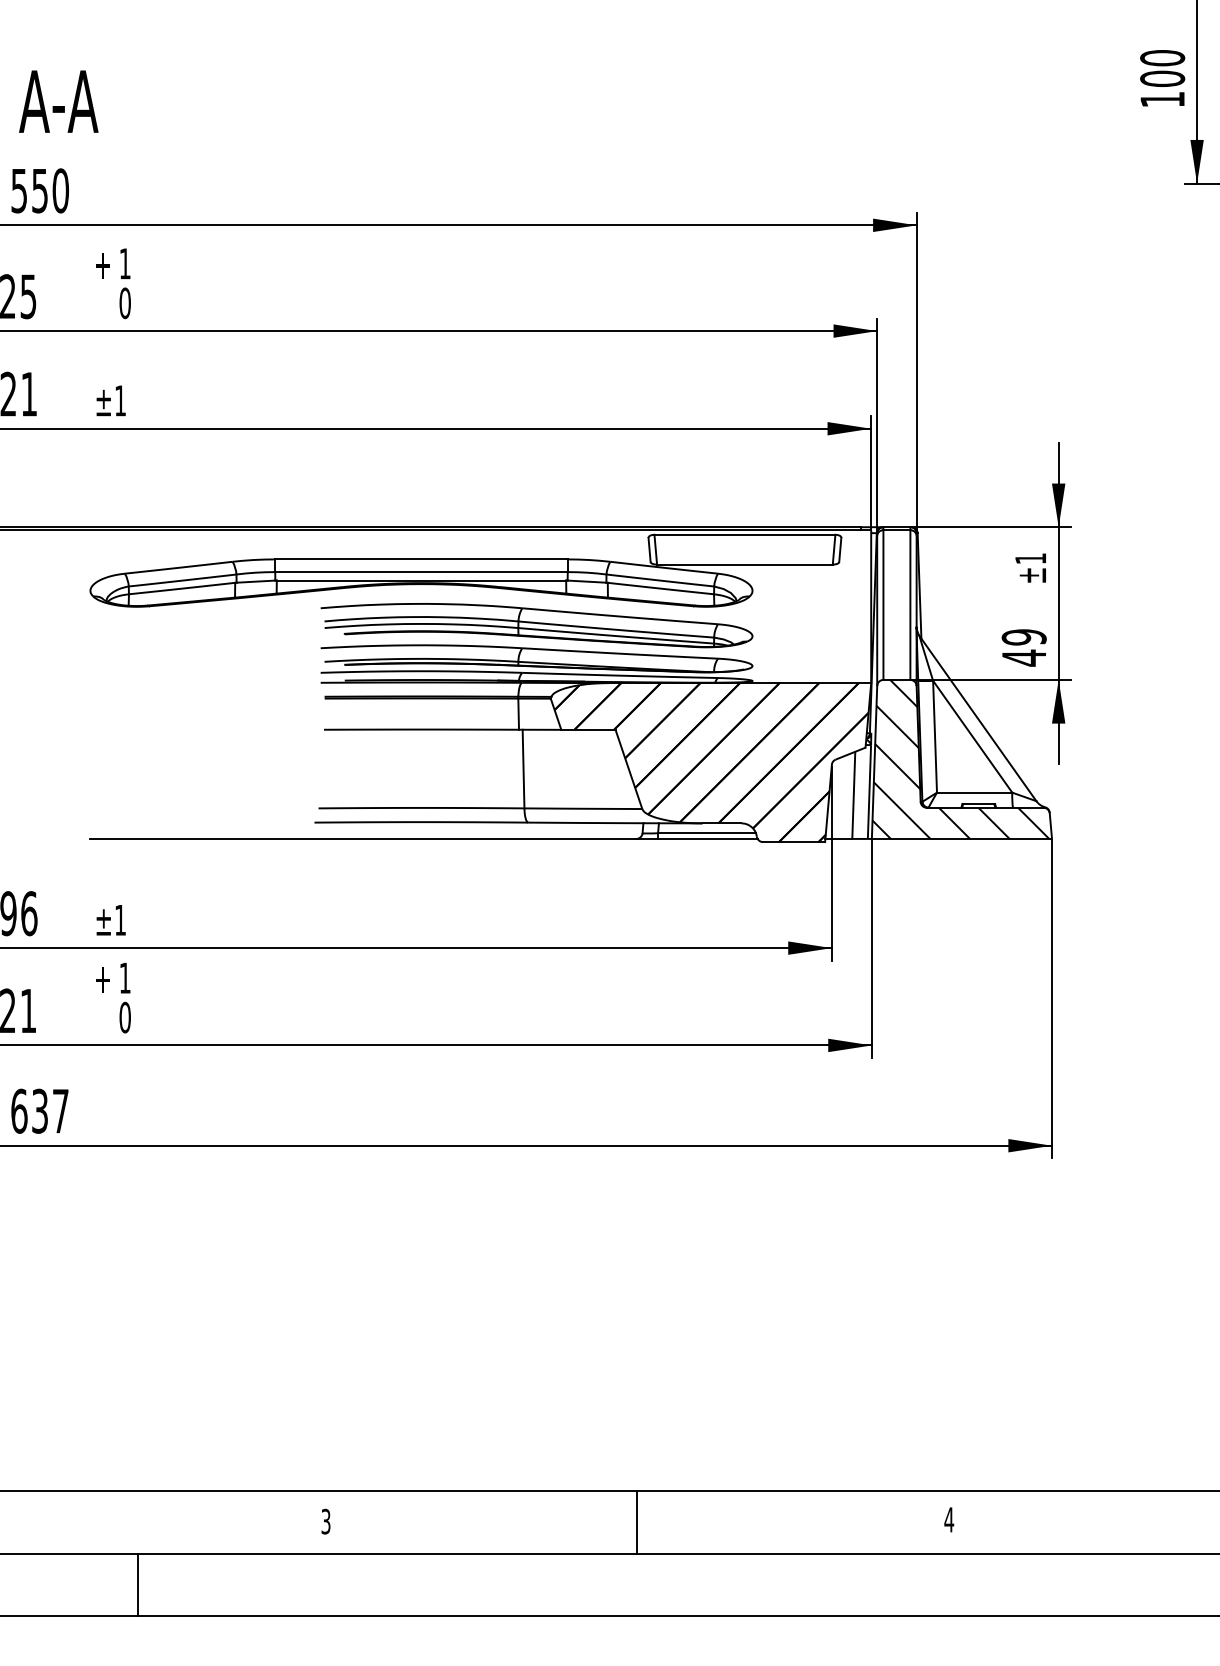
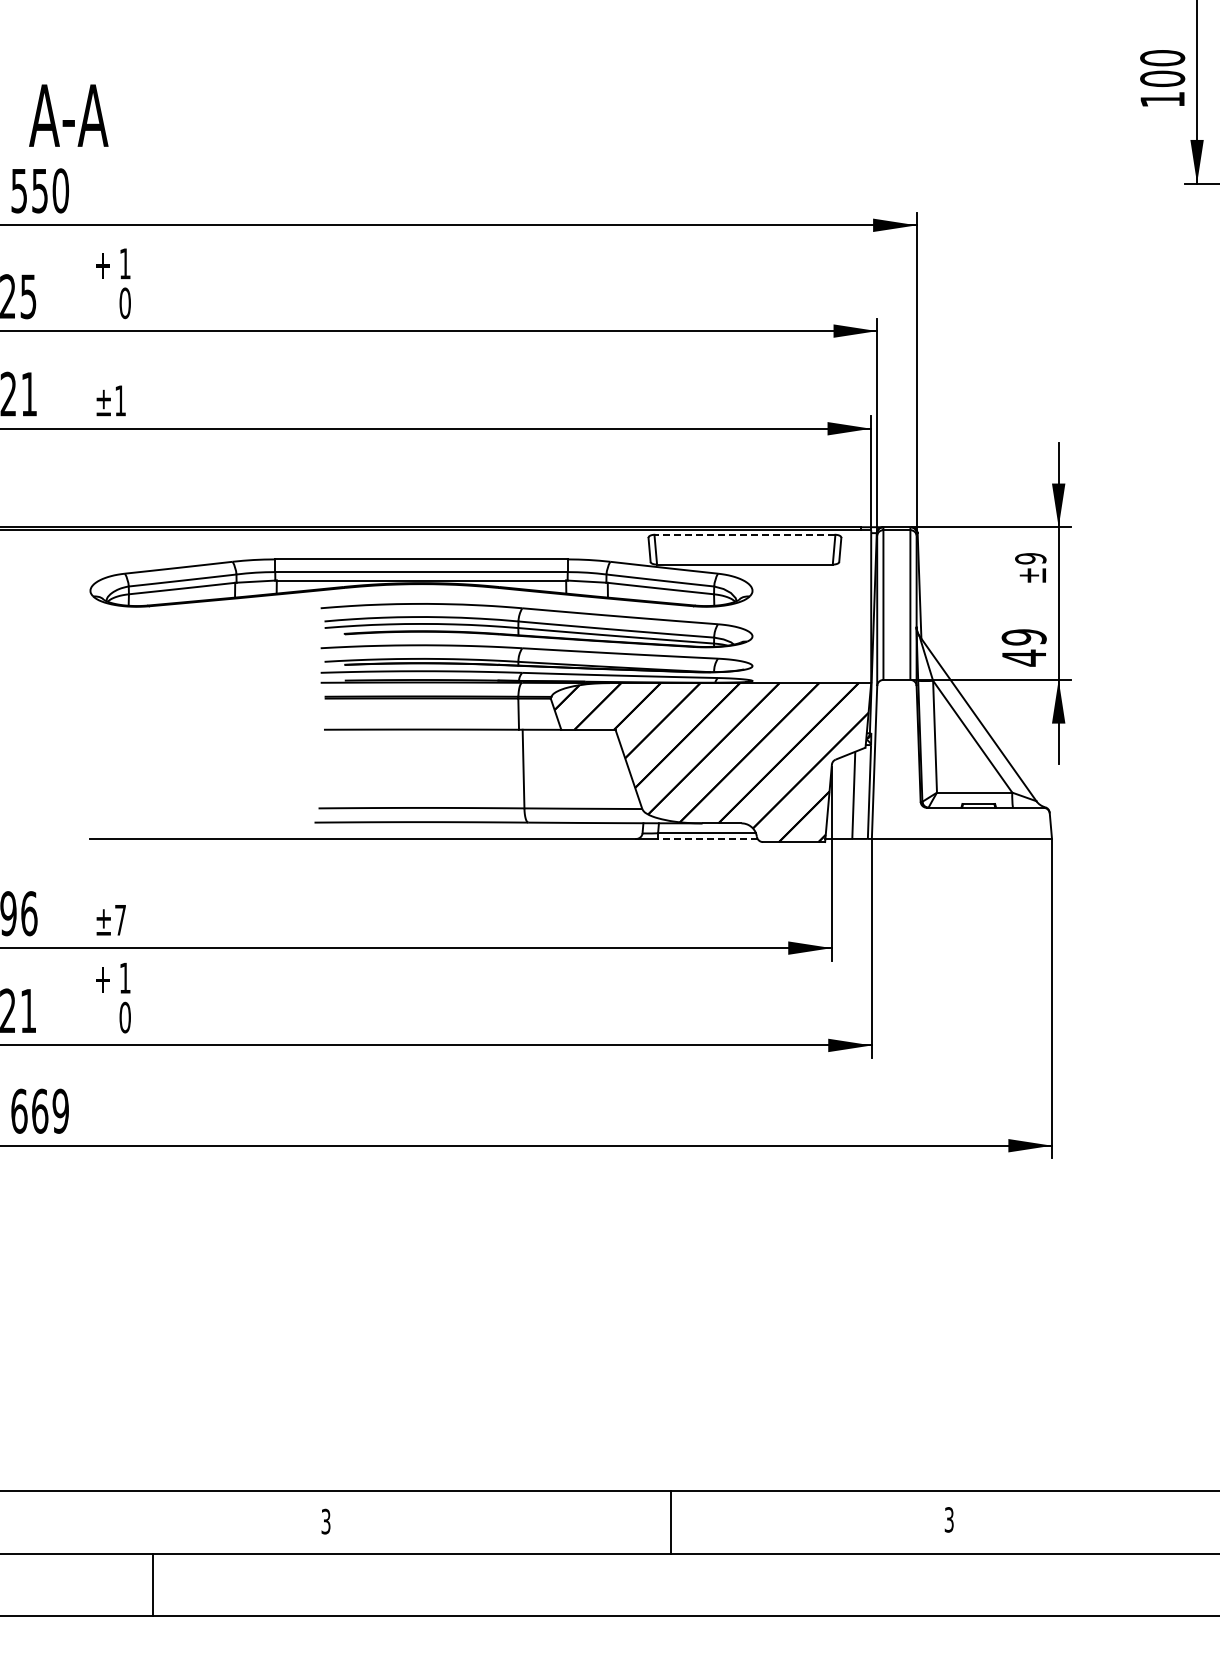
text at (58, 101) position: (58, 101) -> (68, 115)
line at (744, 534): solid -> dashed
text at (1030, 558): ±1 -> ±9
hatch at (960, 758): present -> none
line at (707, 838): solid -> dashed
text at (120, 920): ±1 -> ±7
text at (50, 1110): 637 -> 669
text at (949, 1519): 4 -> 3
line at (637, 1522) position: (637, 1522) -> (671, 1522)
line at (138, 1584) position: (138, 1584) -> (153, 1584)
